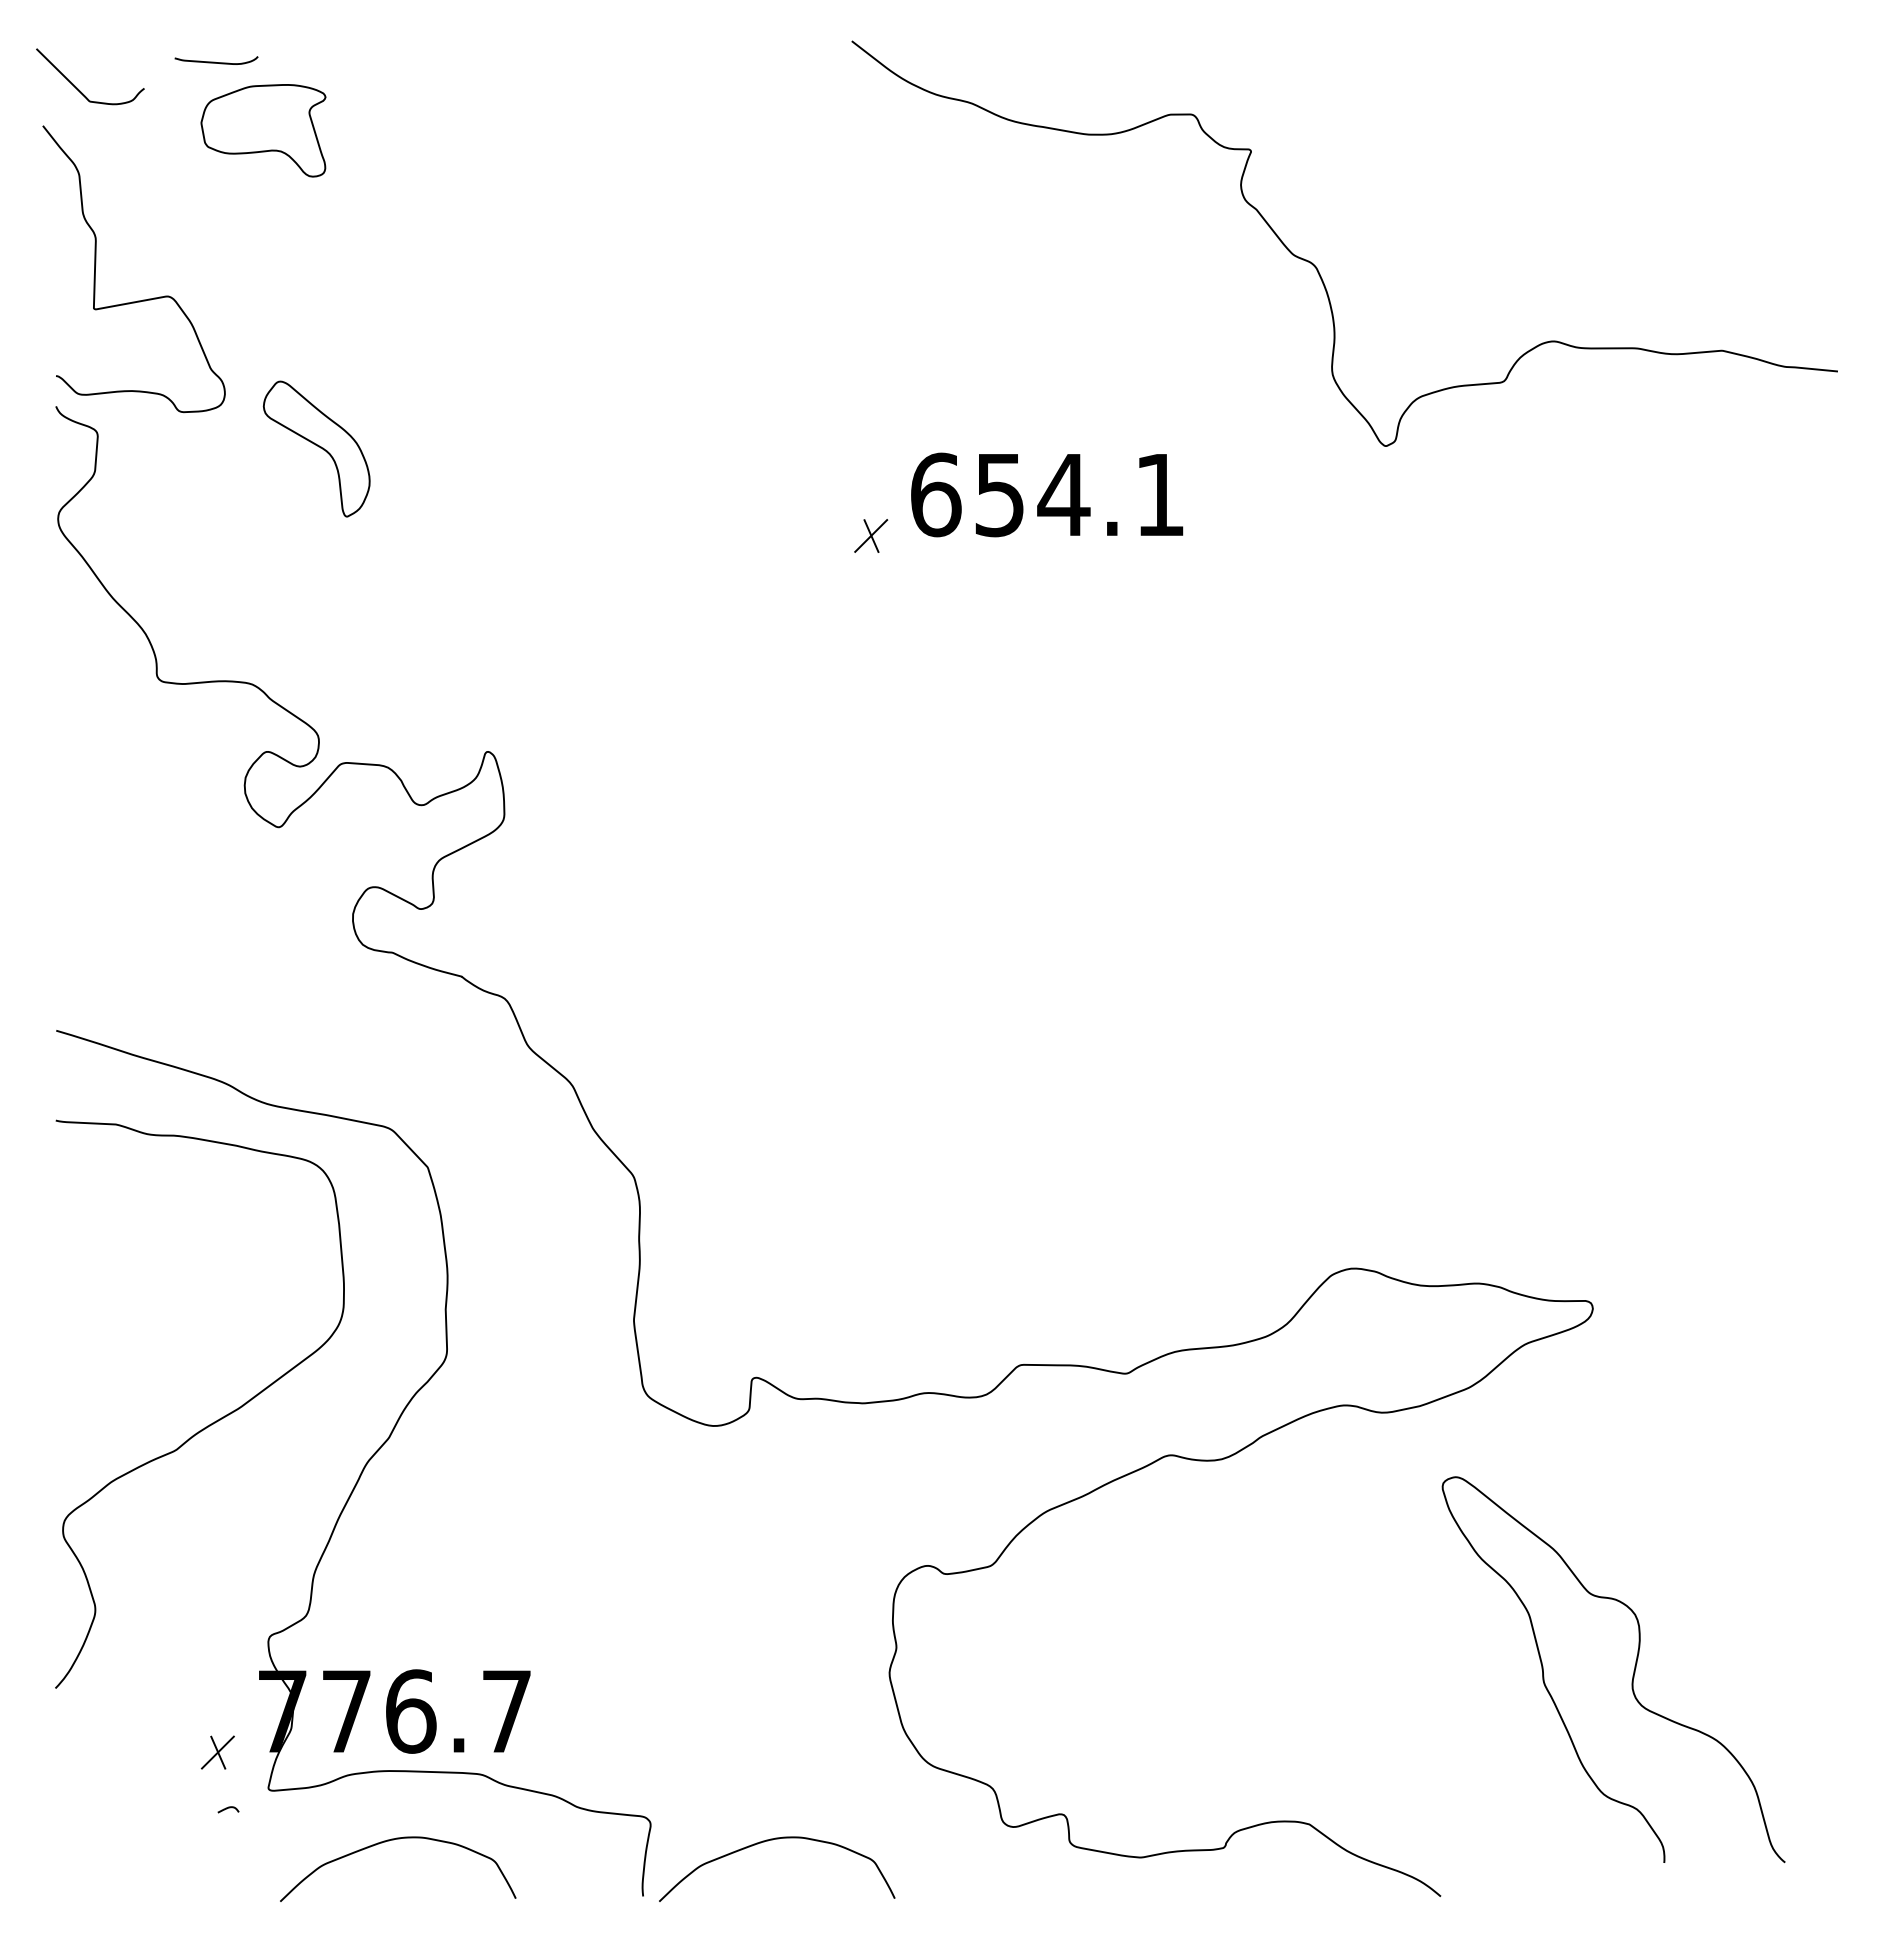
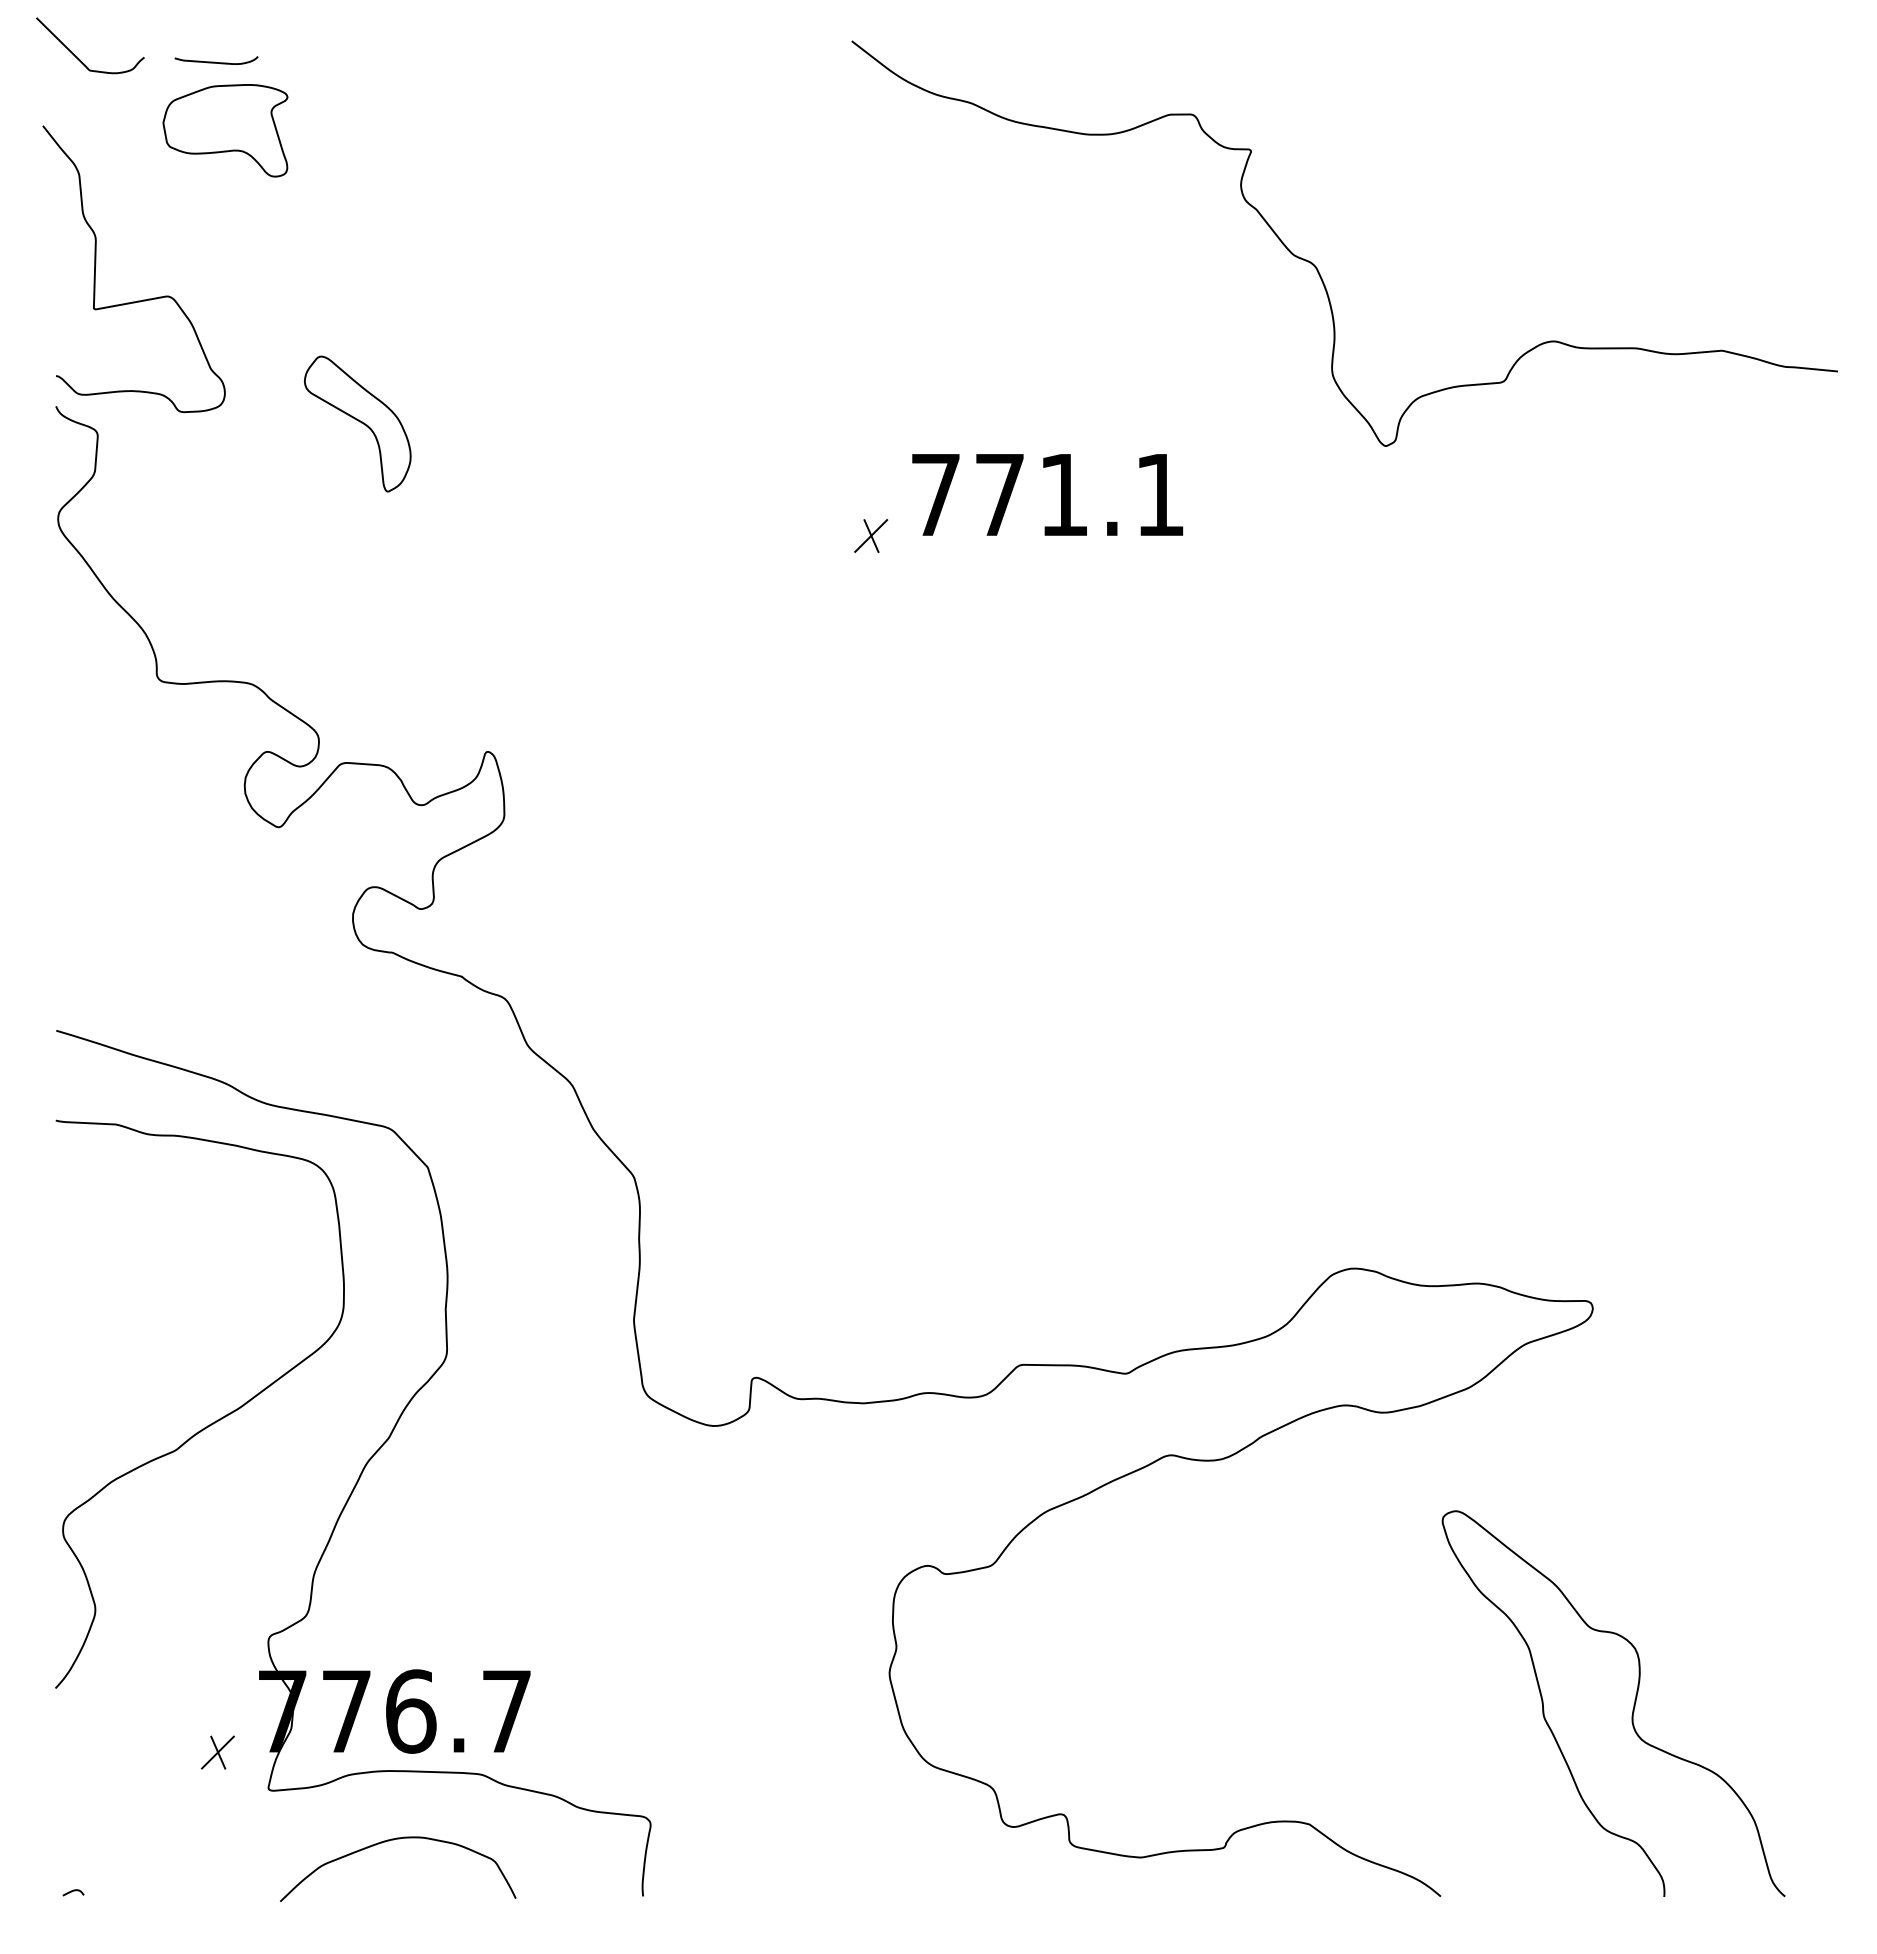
curve at (78, 88) position: (78, 88) -> (78, 57)
part at (263, 130) position: (263, 130) -> (225, 130)
part at (316, 448) position: (316, 448) -> (357, 423)
text at (1000, 494): 654.1 -> 771.1
curve at (1632, 1675) position: (1632, 1675) -> (1632, 1709)
curve at (228, 1808) position: (228, 1808) -> (73, 1891)
curve at (772, 1840): present -> none
